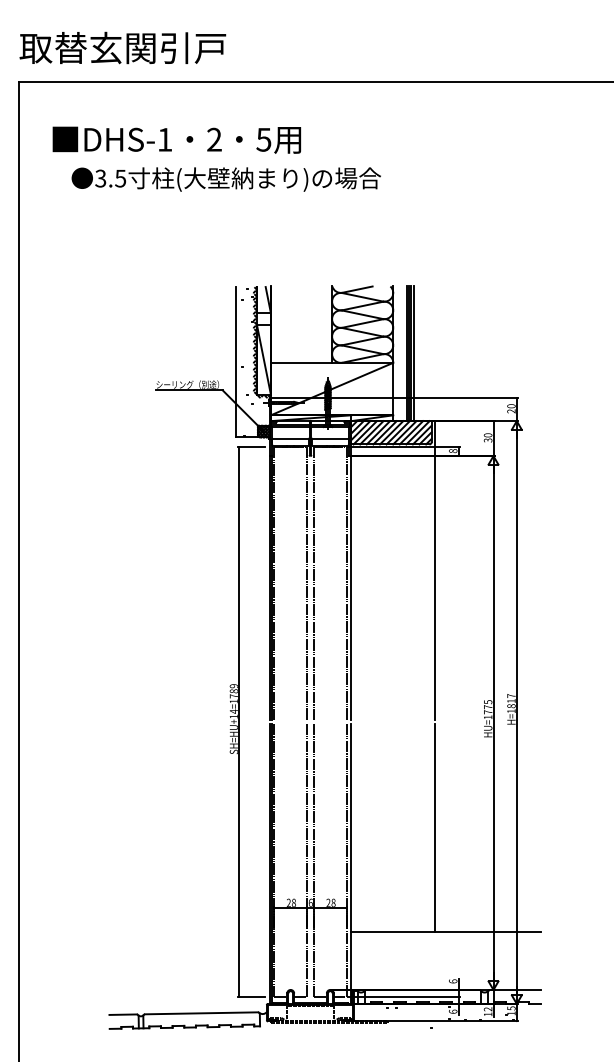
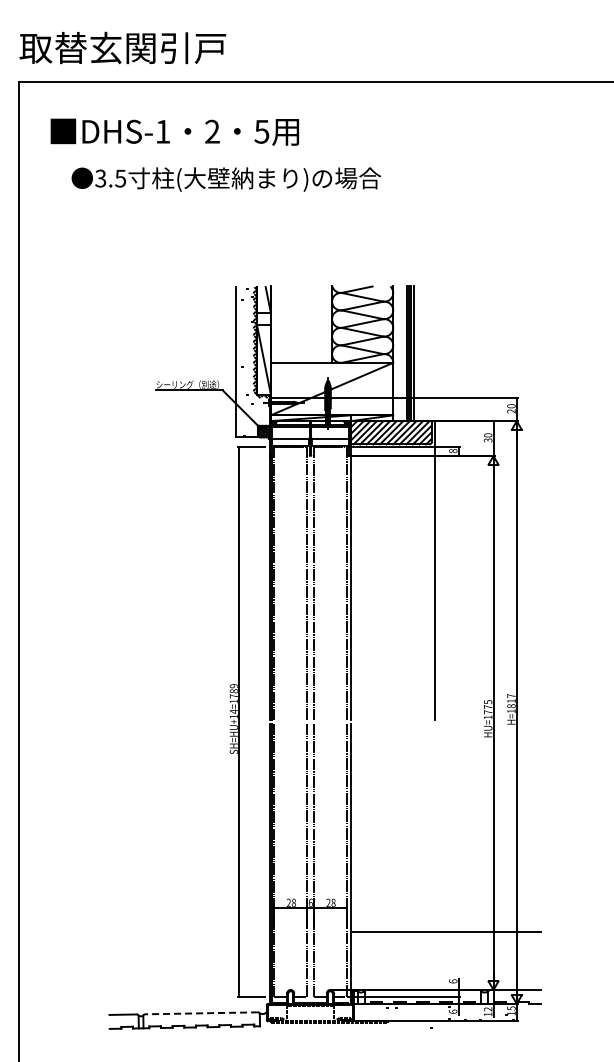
text at (176, 139) position: (176, 139) -> (174, 131)
line at (435, 827): present -> none
line at (201, 1013): solid -> dashed
